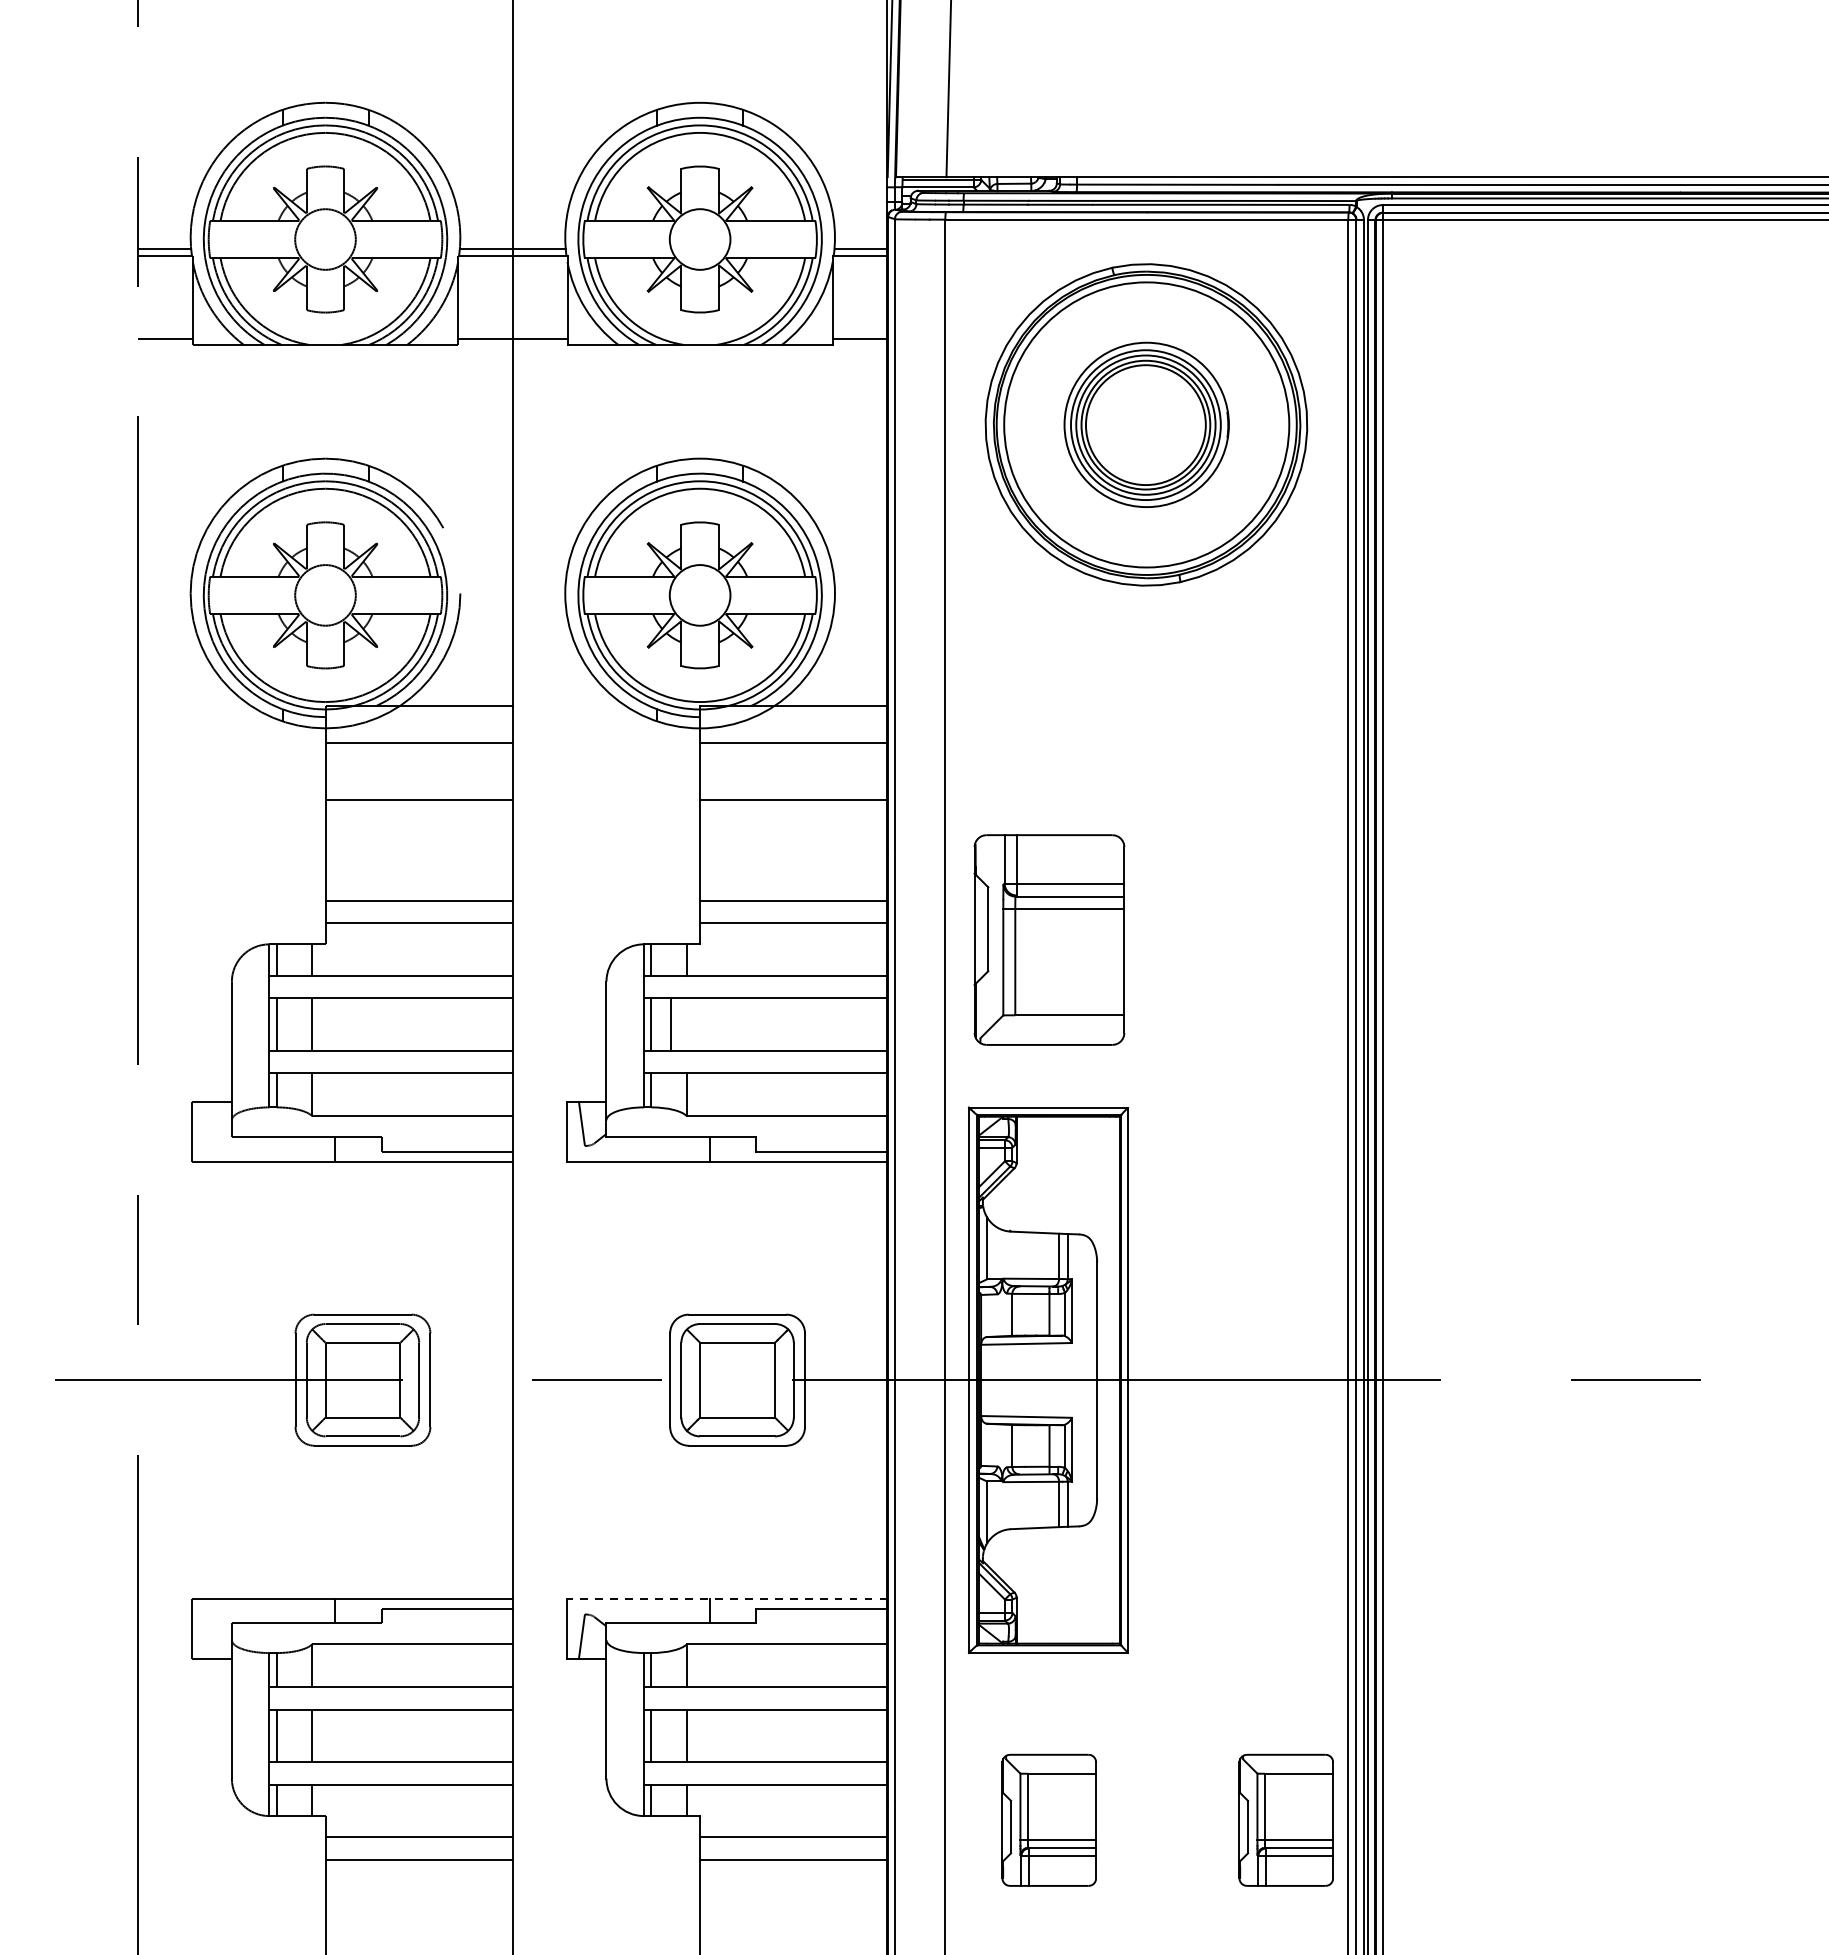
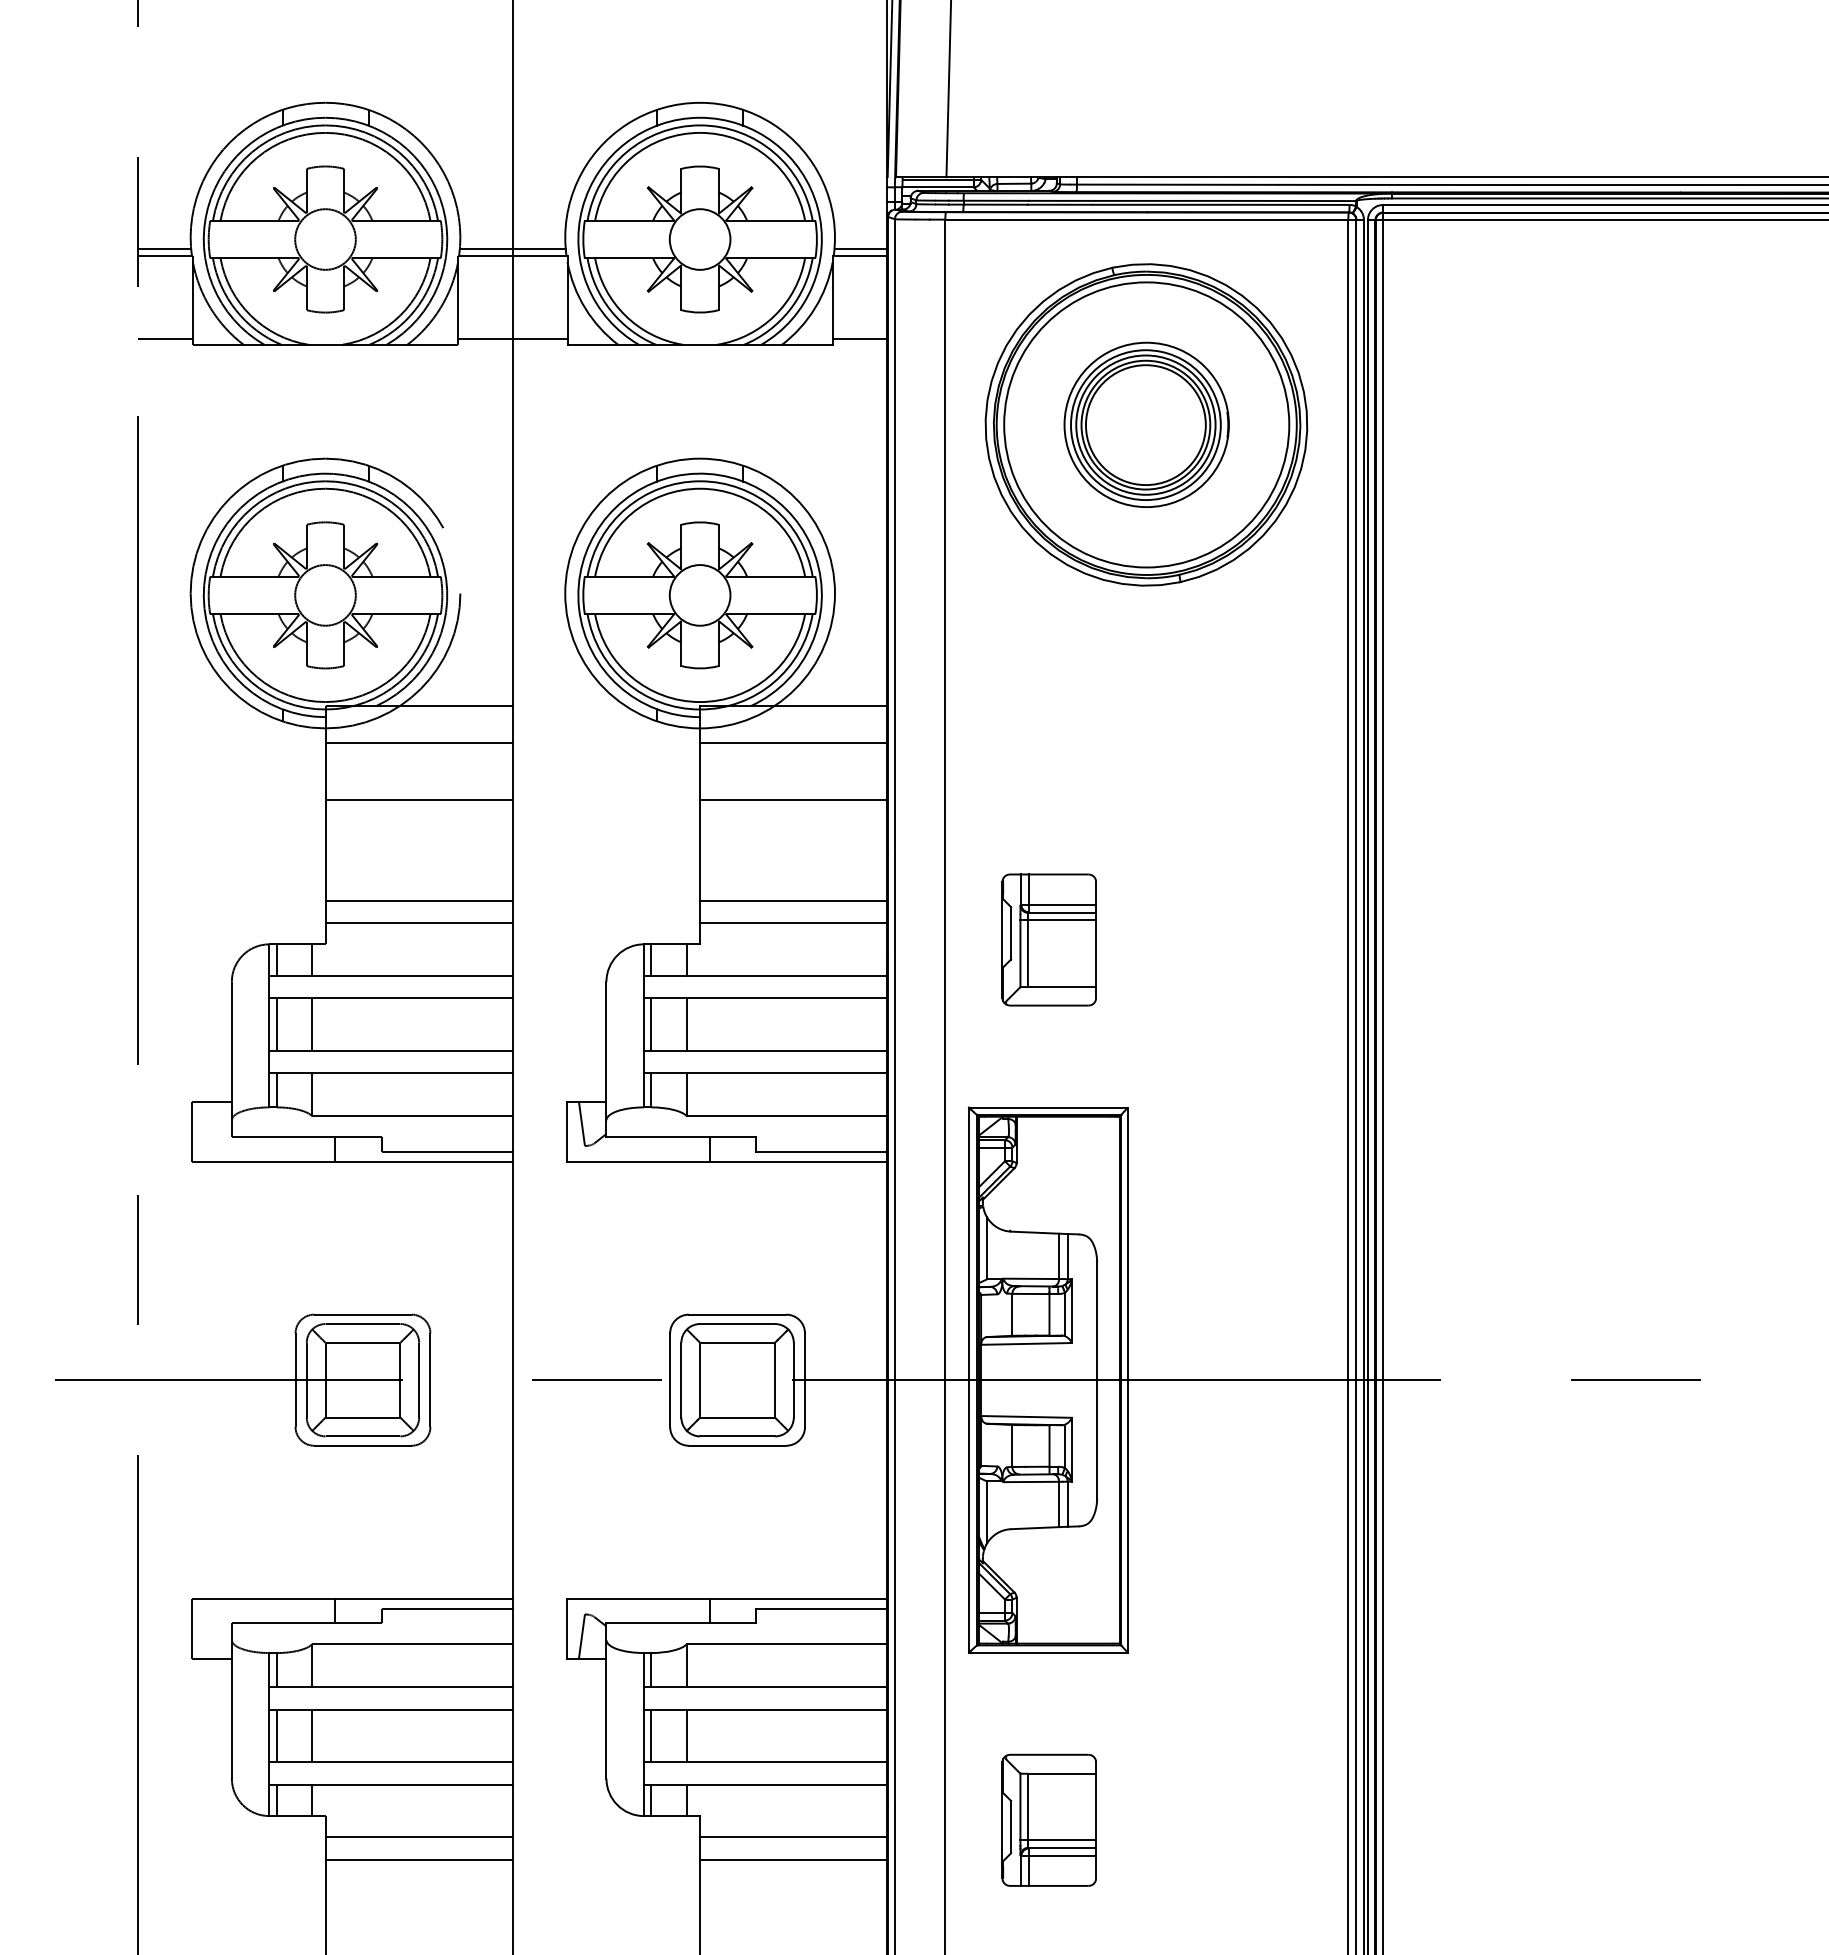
part at (1049, 939) size: 153x212 px -> 96x134 px
line at (670, 1024) position: (670, 1024) -> (686, 1024)
line at (726, 1598): dashed -> solid
part at (1285, 1819): present -> none
